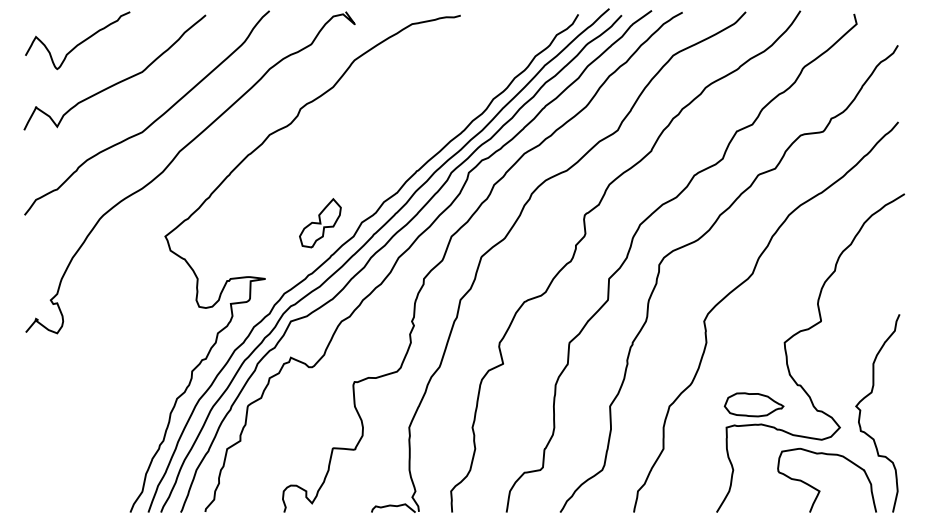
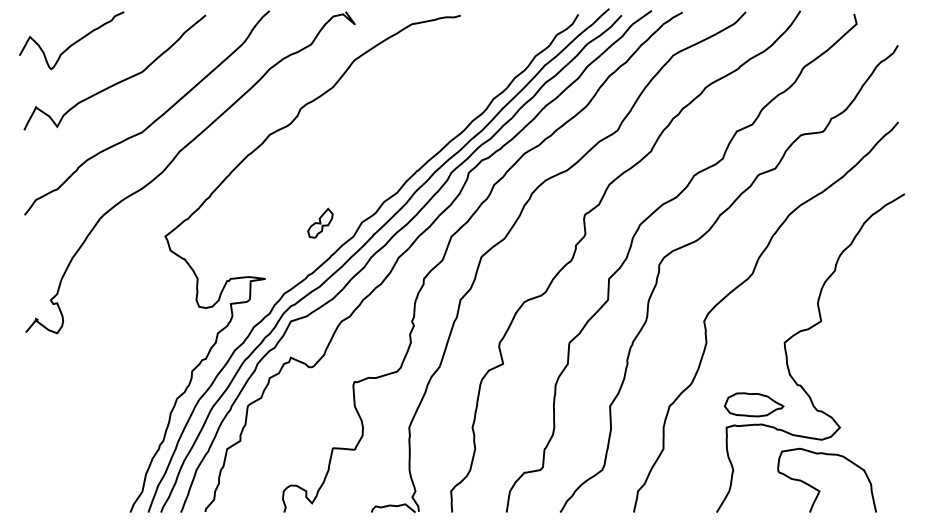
curve at (79, 42) position: (79, 42) -> (73, 42)
part at (320, 223) size: 43x51 px -> 27x32 px
curve at (861, 411): present -> none
